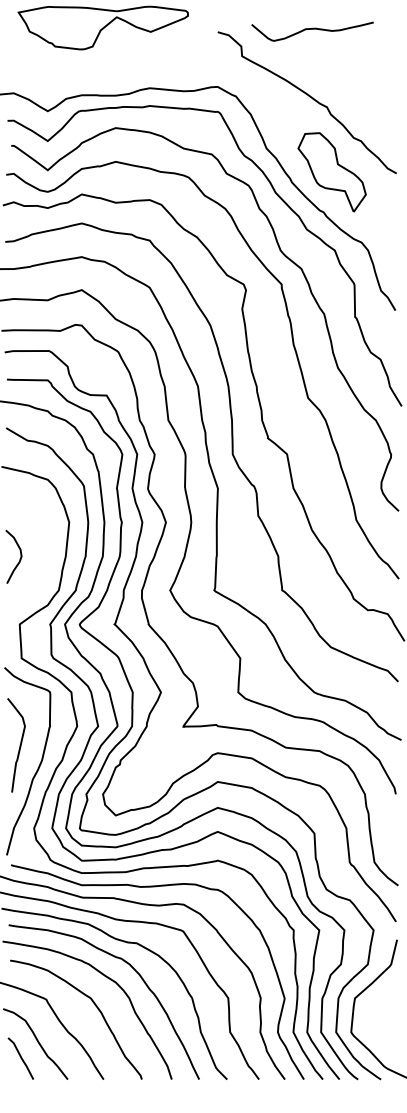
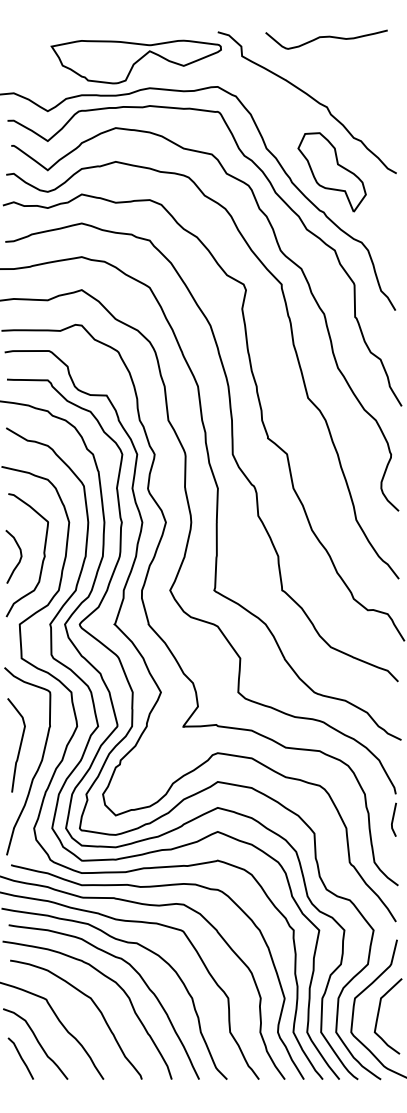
part at (102, 27) position: (102, 27) -> (135, 61)
curve at (312, 29) position: (312, 29) -> (326, 37)
curve at (42, 559): none -> present
line at (393, 819): none -> present
curve at (379, 1013): none -> present
